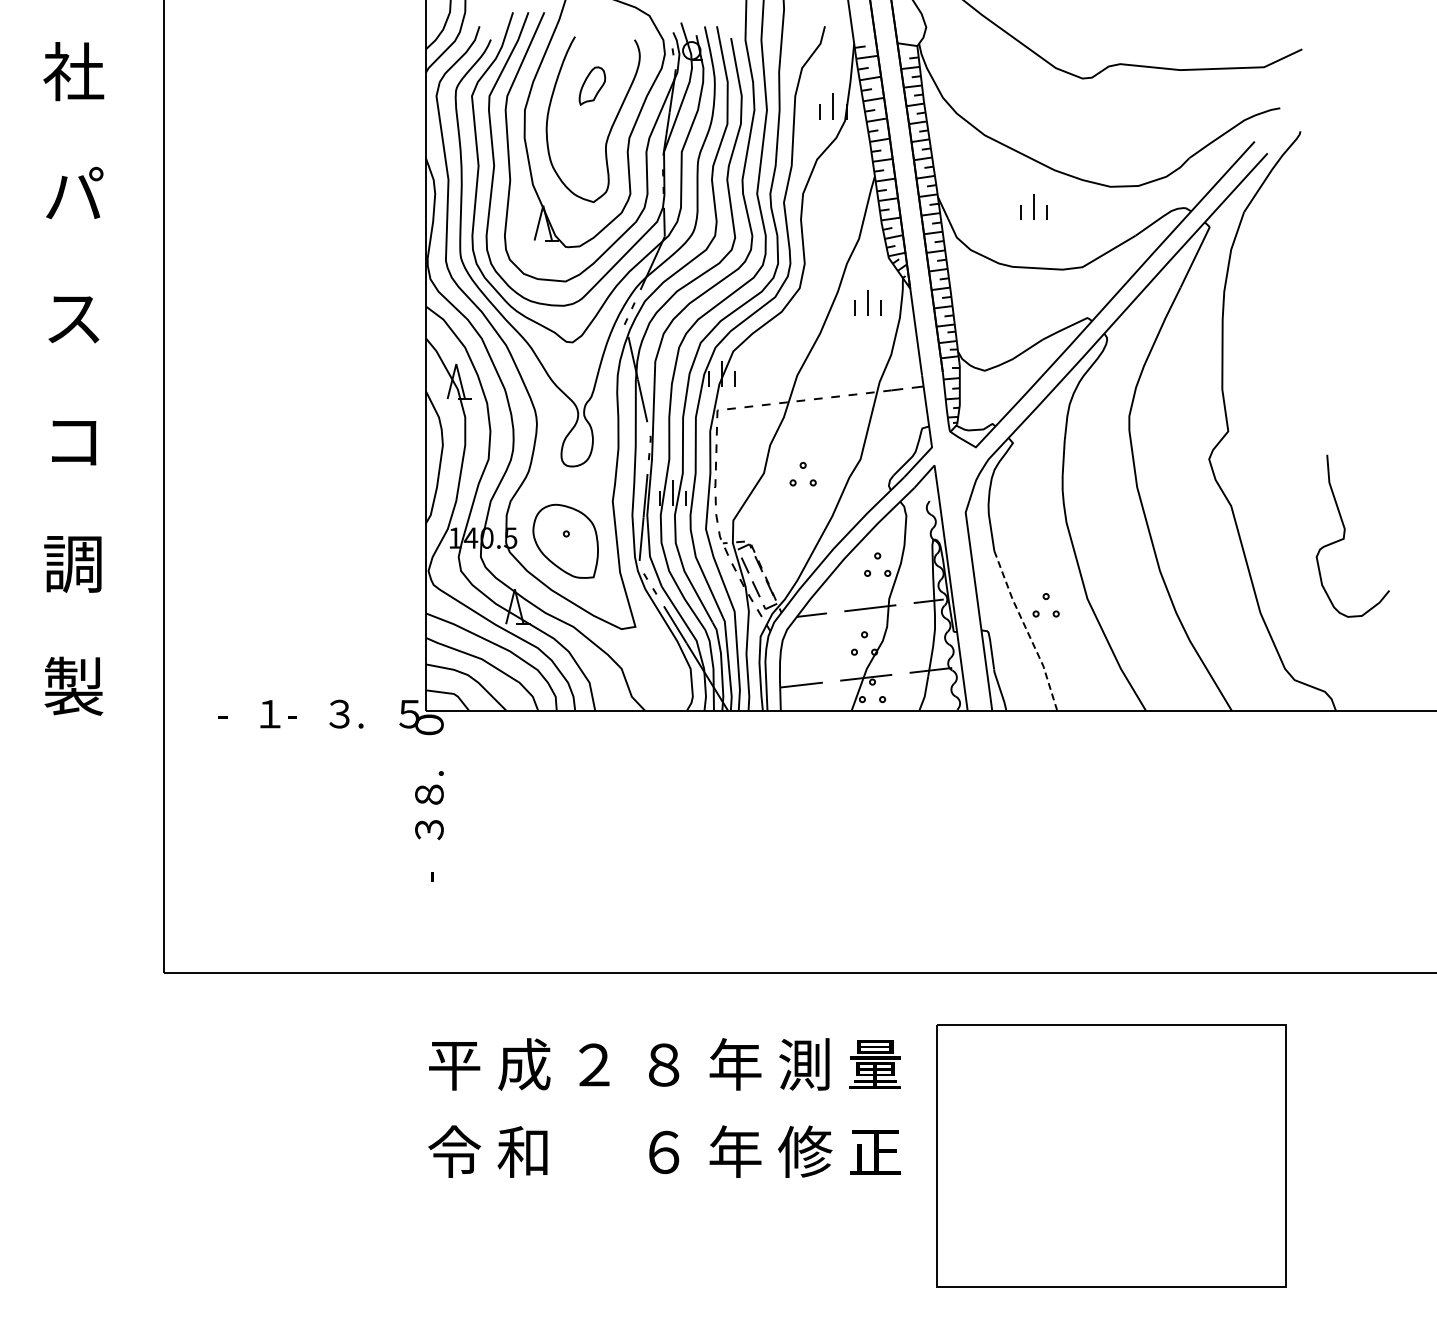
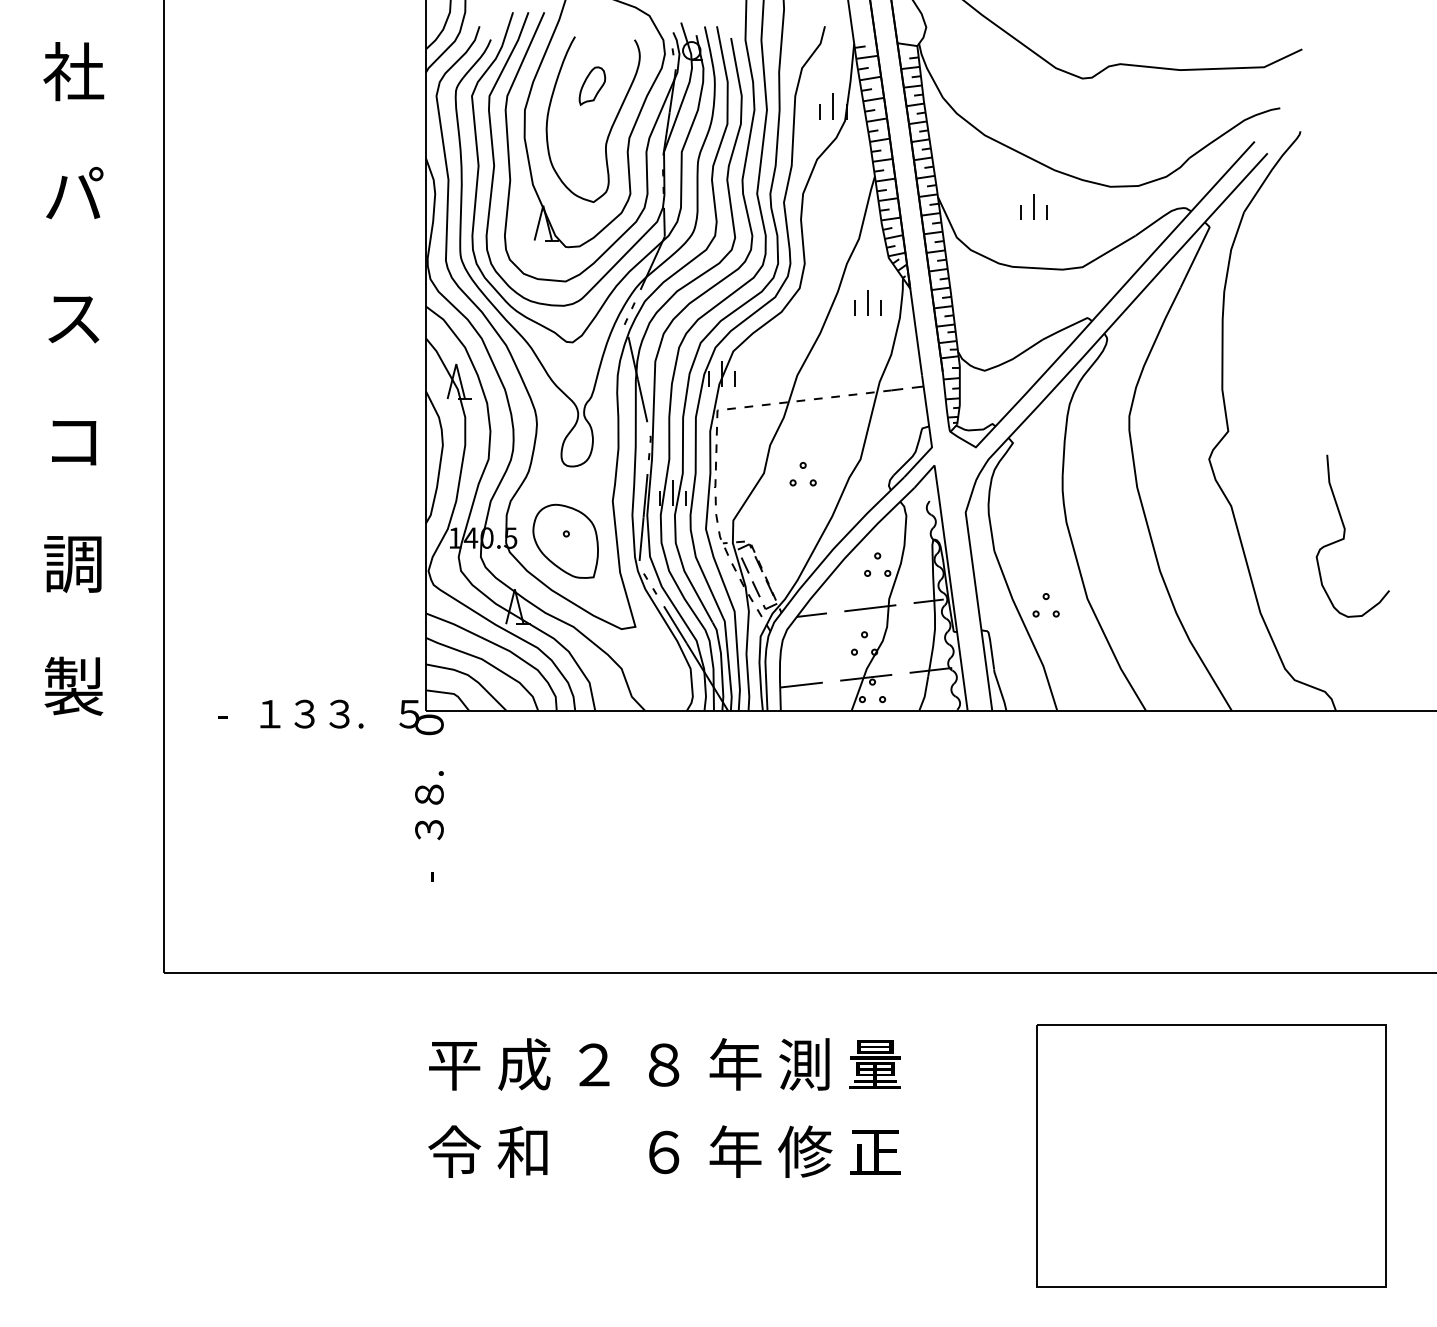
line at (1027, 631): dashed -> solid
text at (301, 713): - -> ３
part at (1111, 1155) position: (1111, 1155) -> (1211, 1155)
